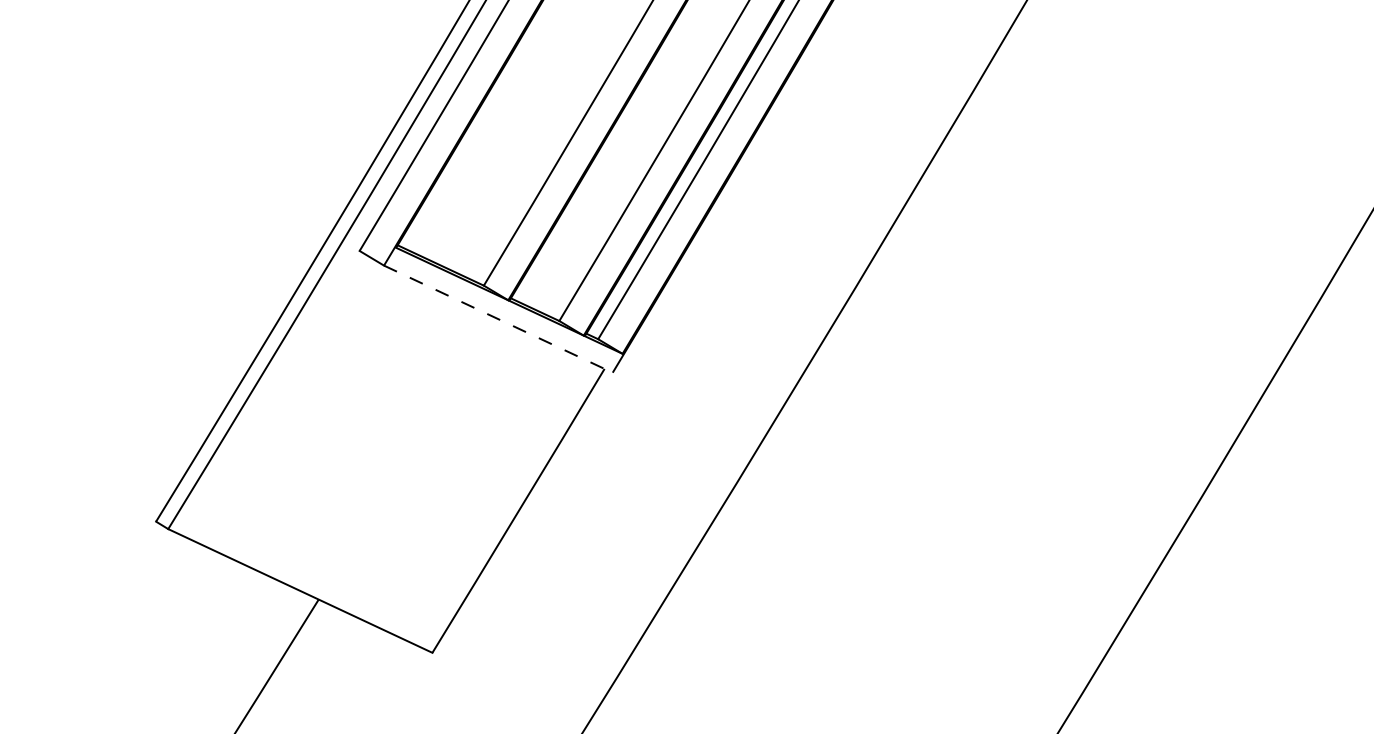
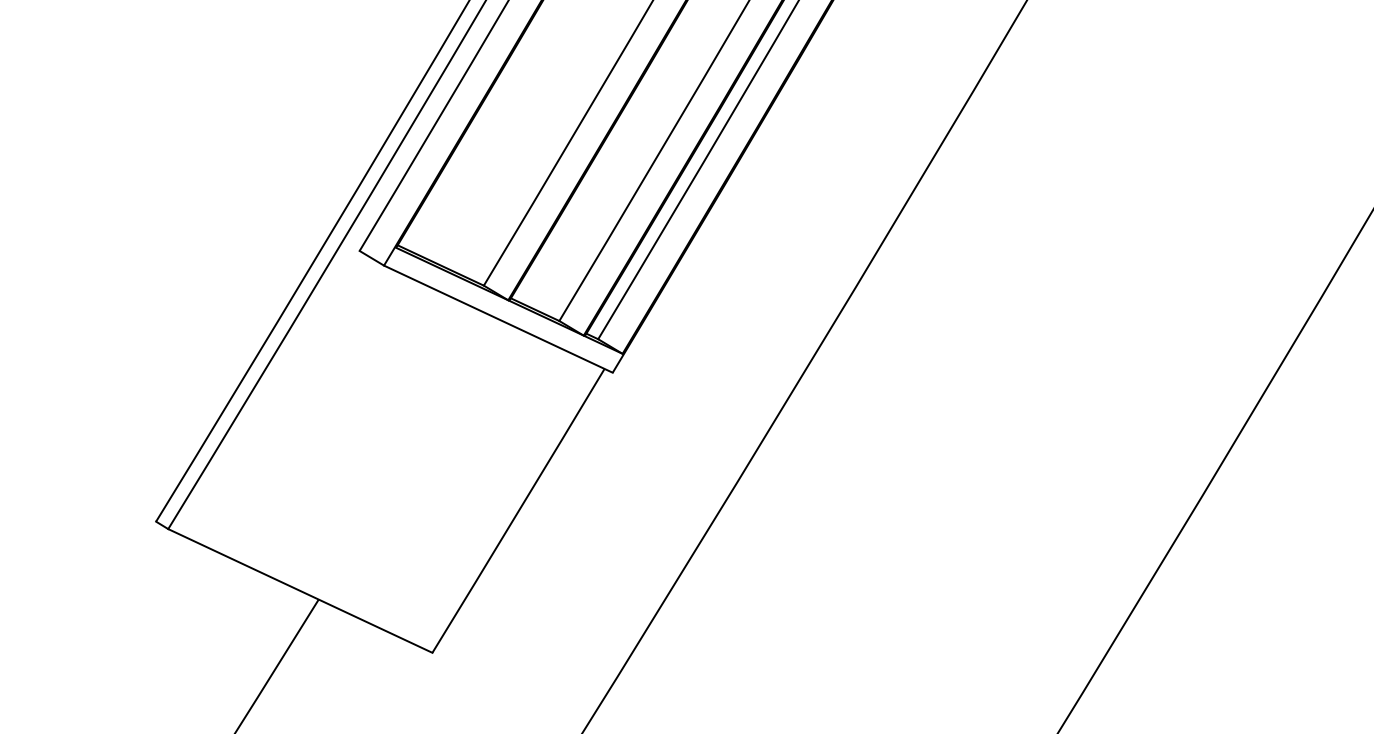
line at (498, 319): dashed -> solid
